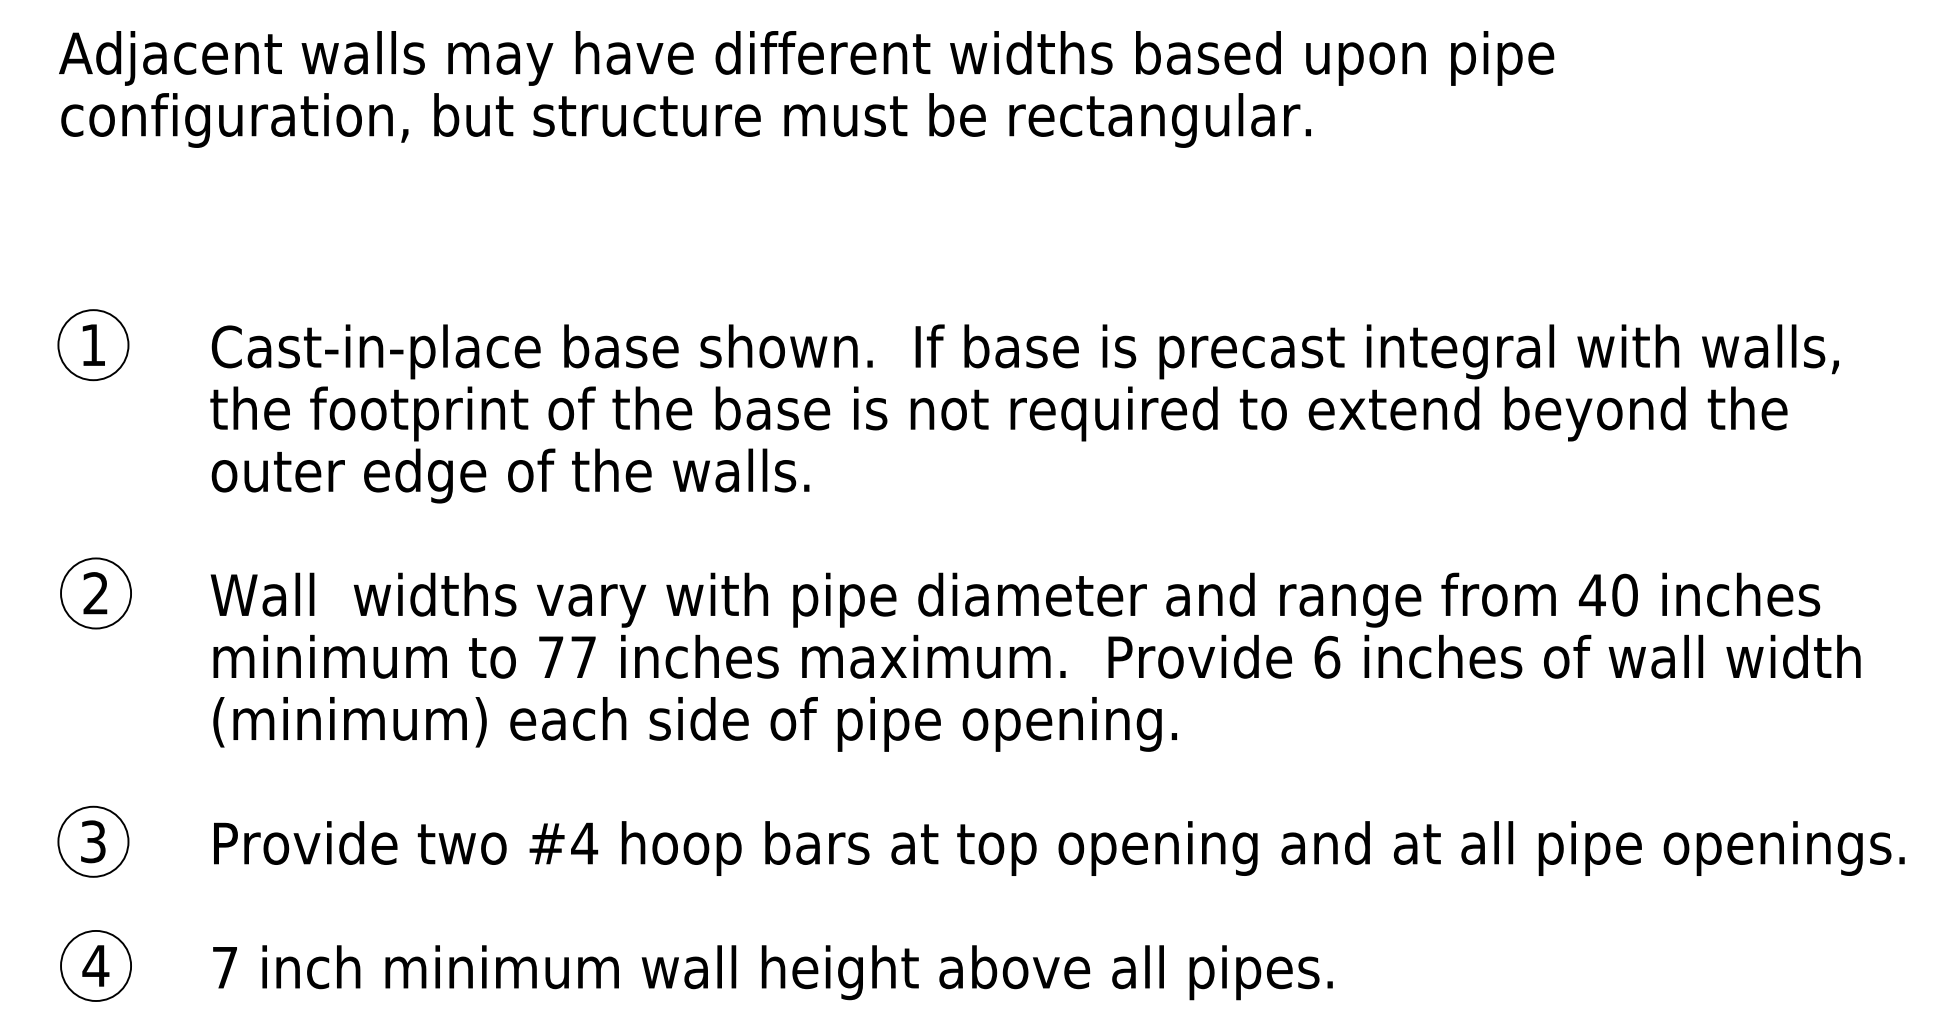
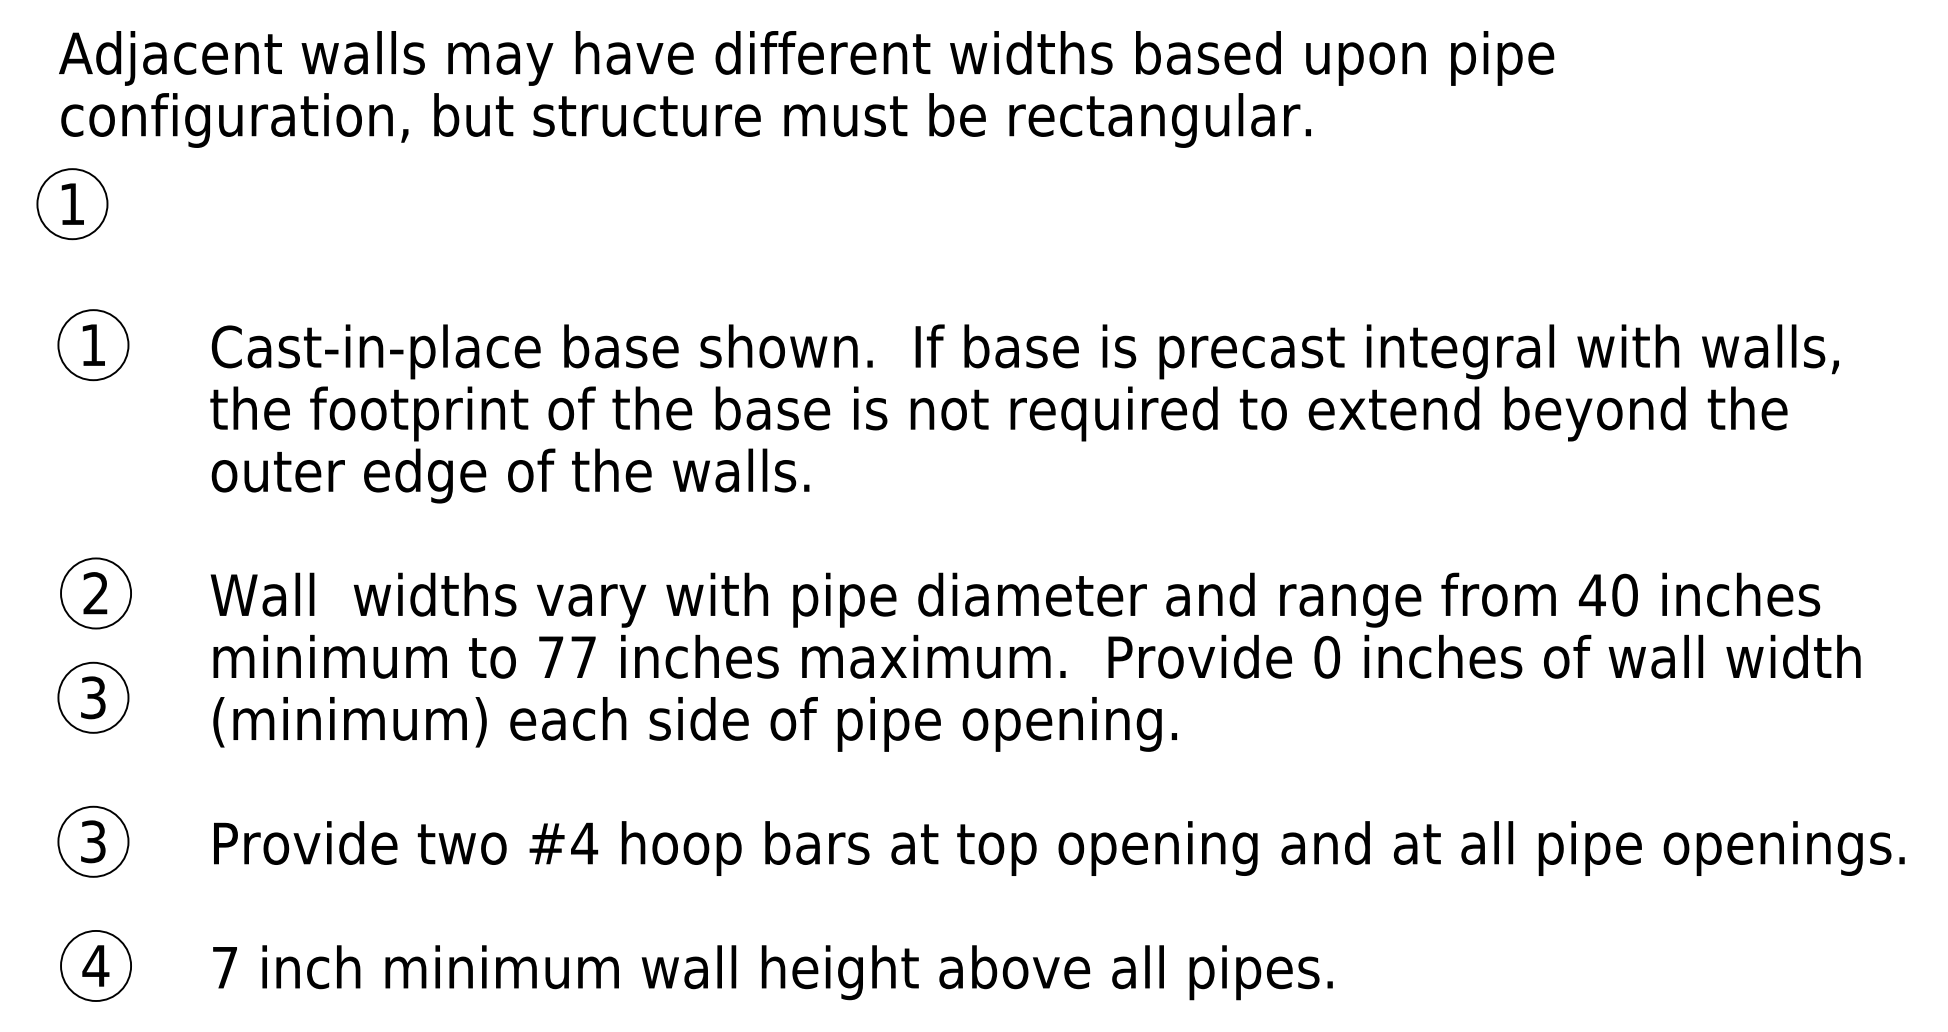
part at (72, 204): none -> present
text at (1327, 656): 6 -> 0
part at (93, 697): none -> present
